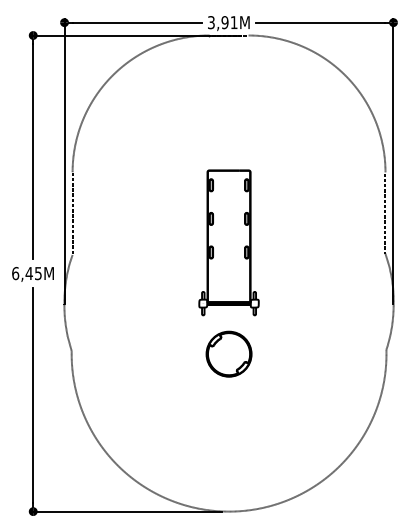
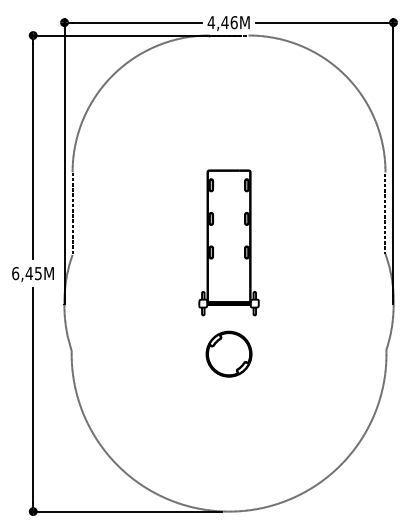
text at (222, 22): 3,91M -> 4,46M
